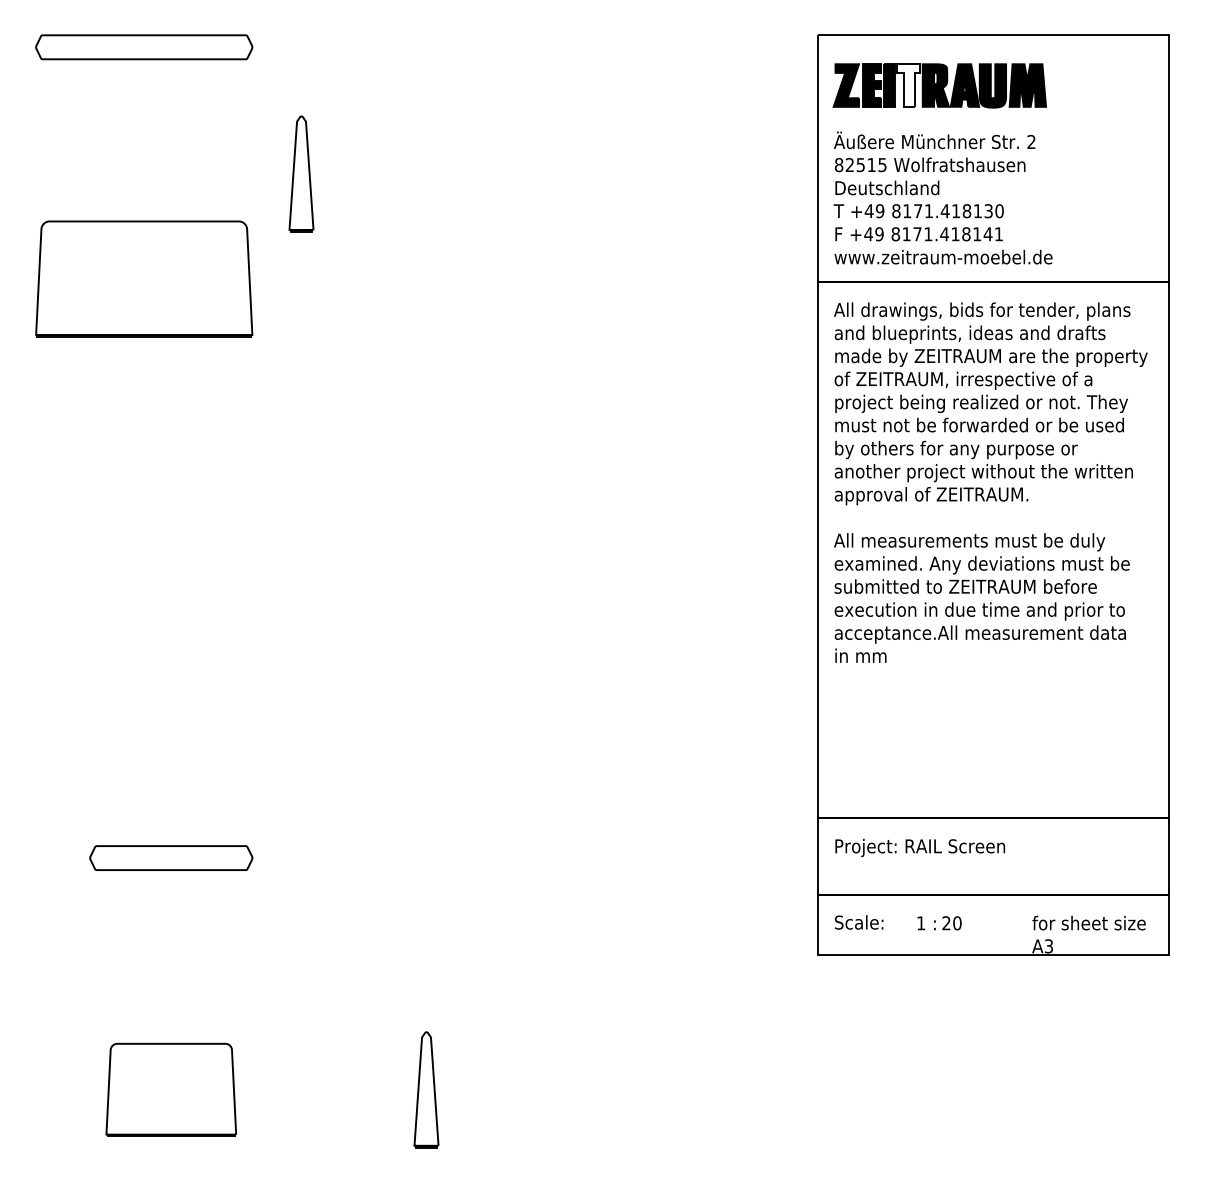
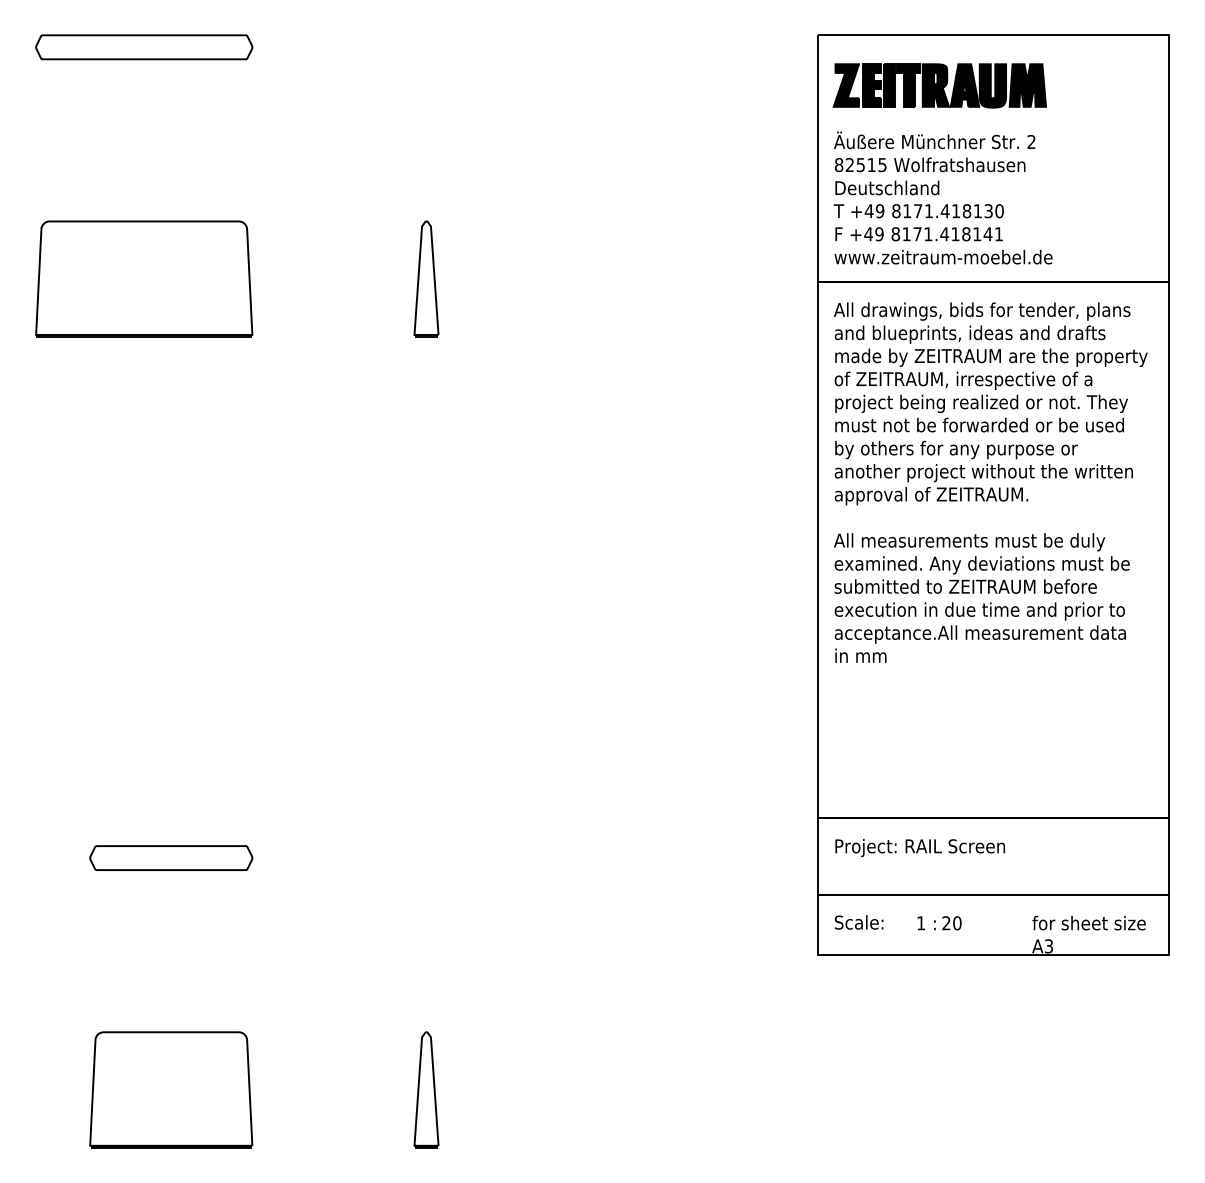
fill at (908, 85): none -> present
part at (301, 173) position: (301, 173) -> (426, 278)
part at (170, 1089) size: 132x95 px -> 165x118 px
